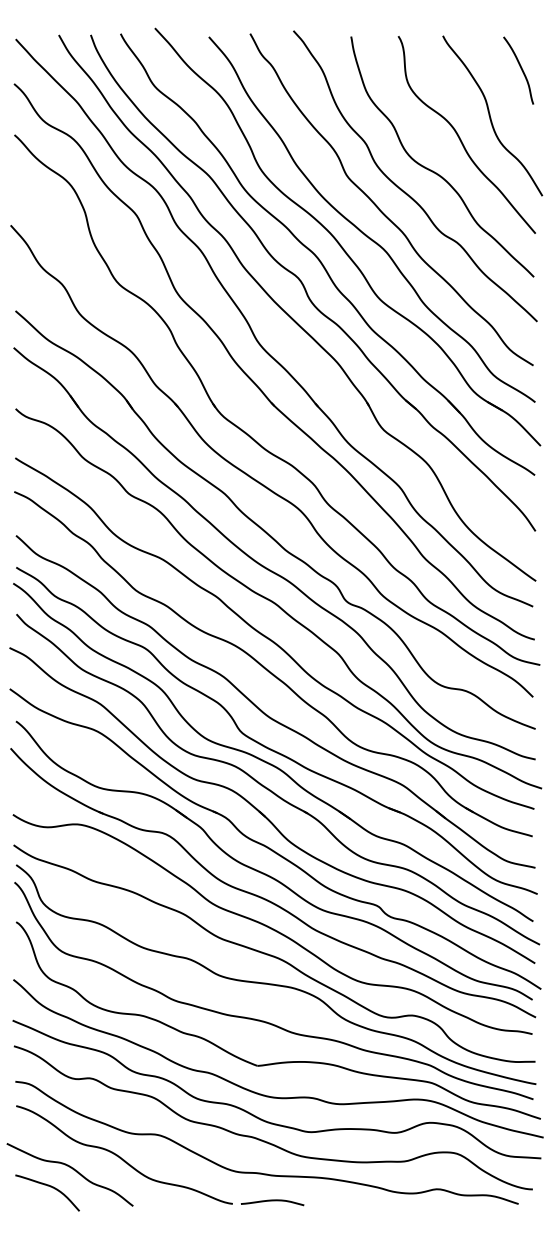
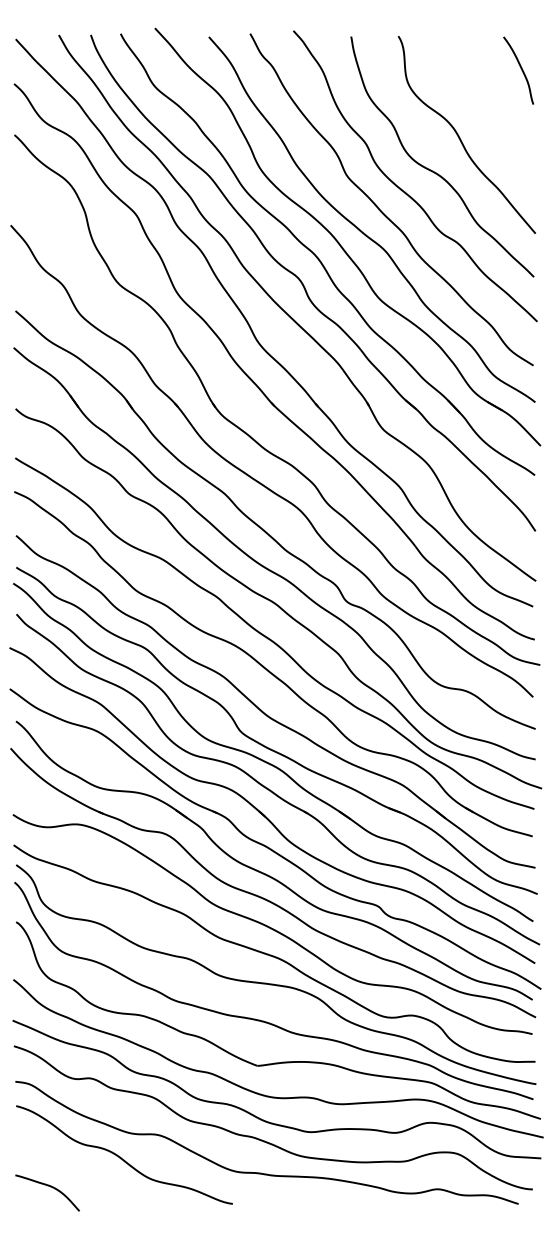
curve at (490, 115): present -> none
curve at (73, 1170): present -> none
curve at (272, 1201): present -> none
